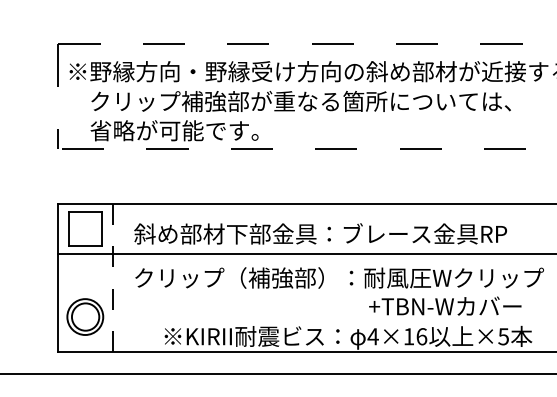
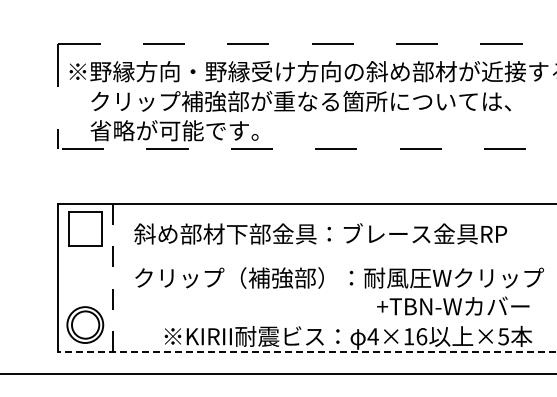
line at (305, 254): present -> none
text at (445, 305) position: (445, 305) -> (453, 305)
part at (85, 316) position: (85, 316) -> (85, 324)
line at (307, 351): solid -> dashed
